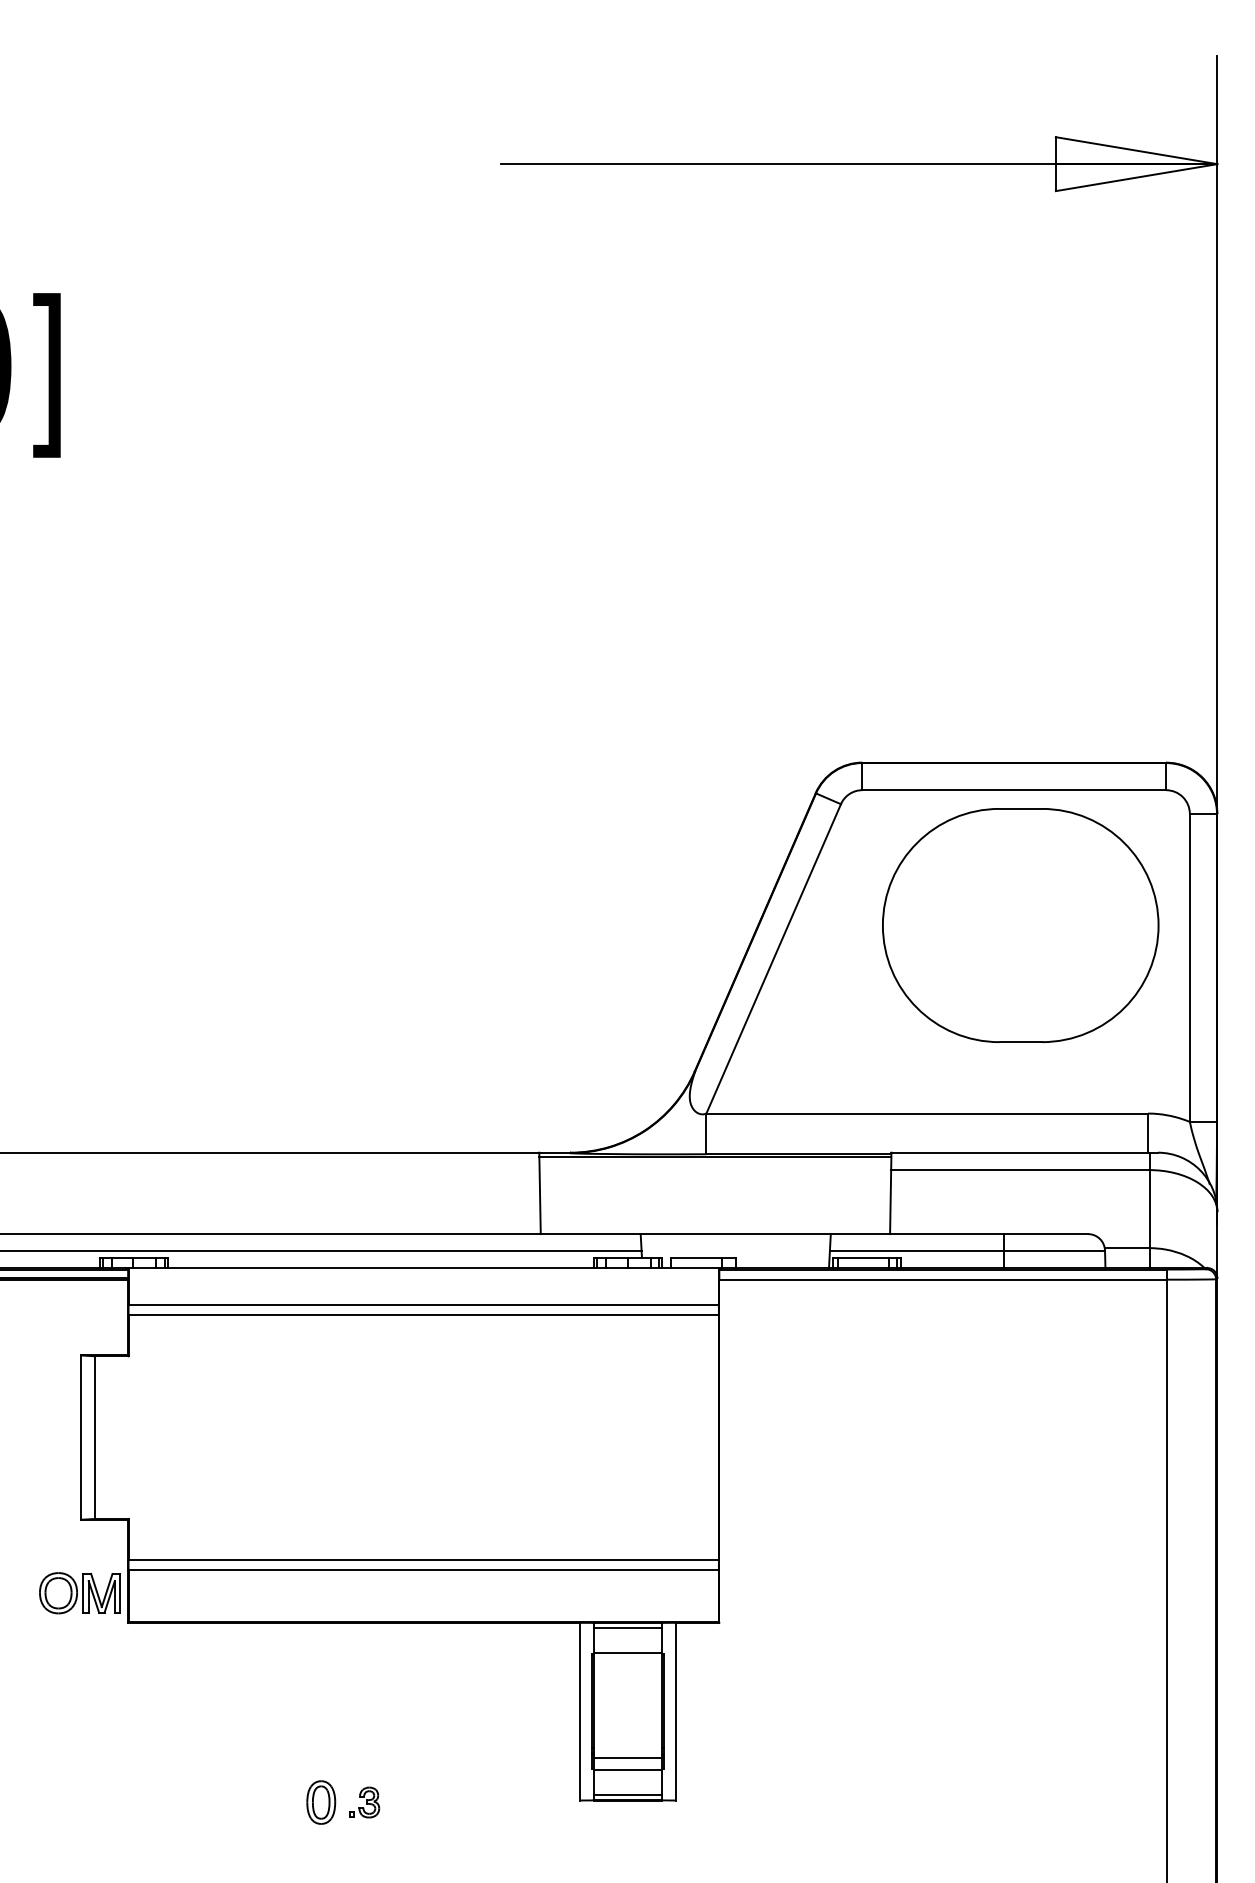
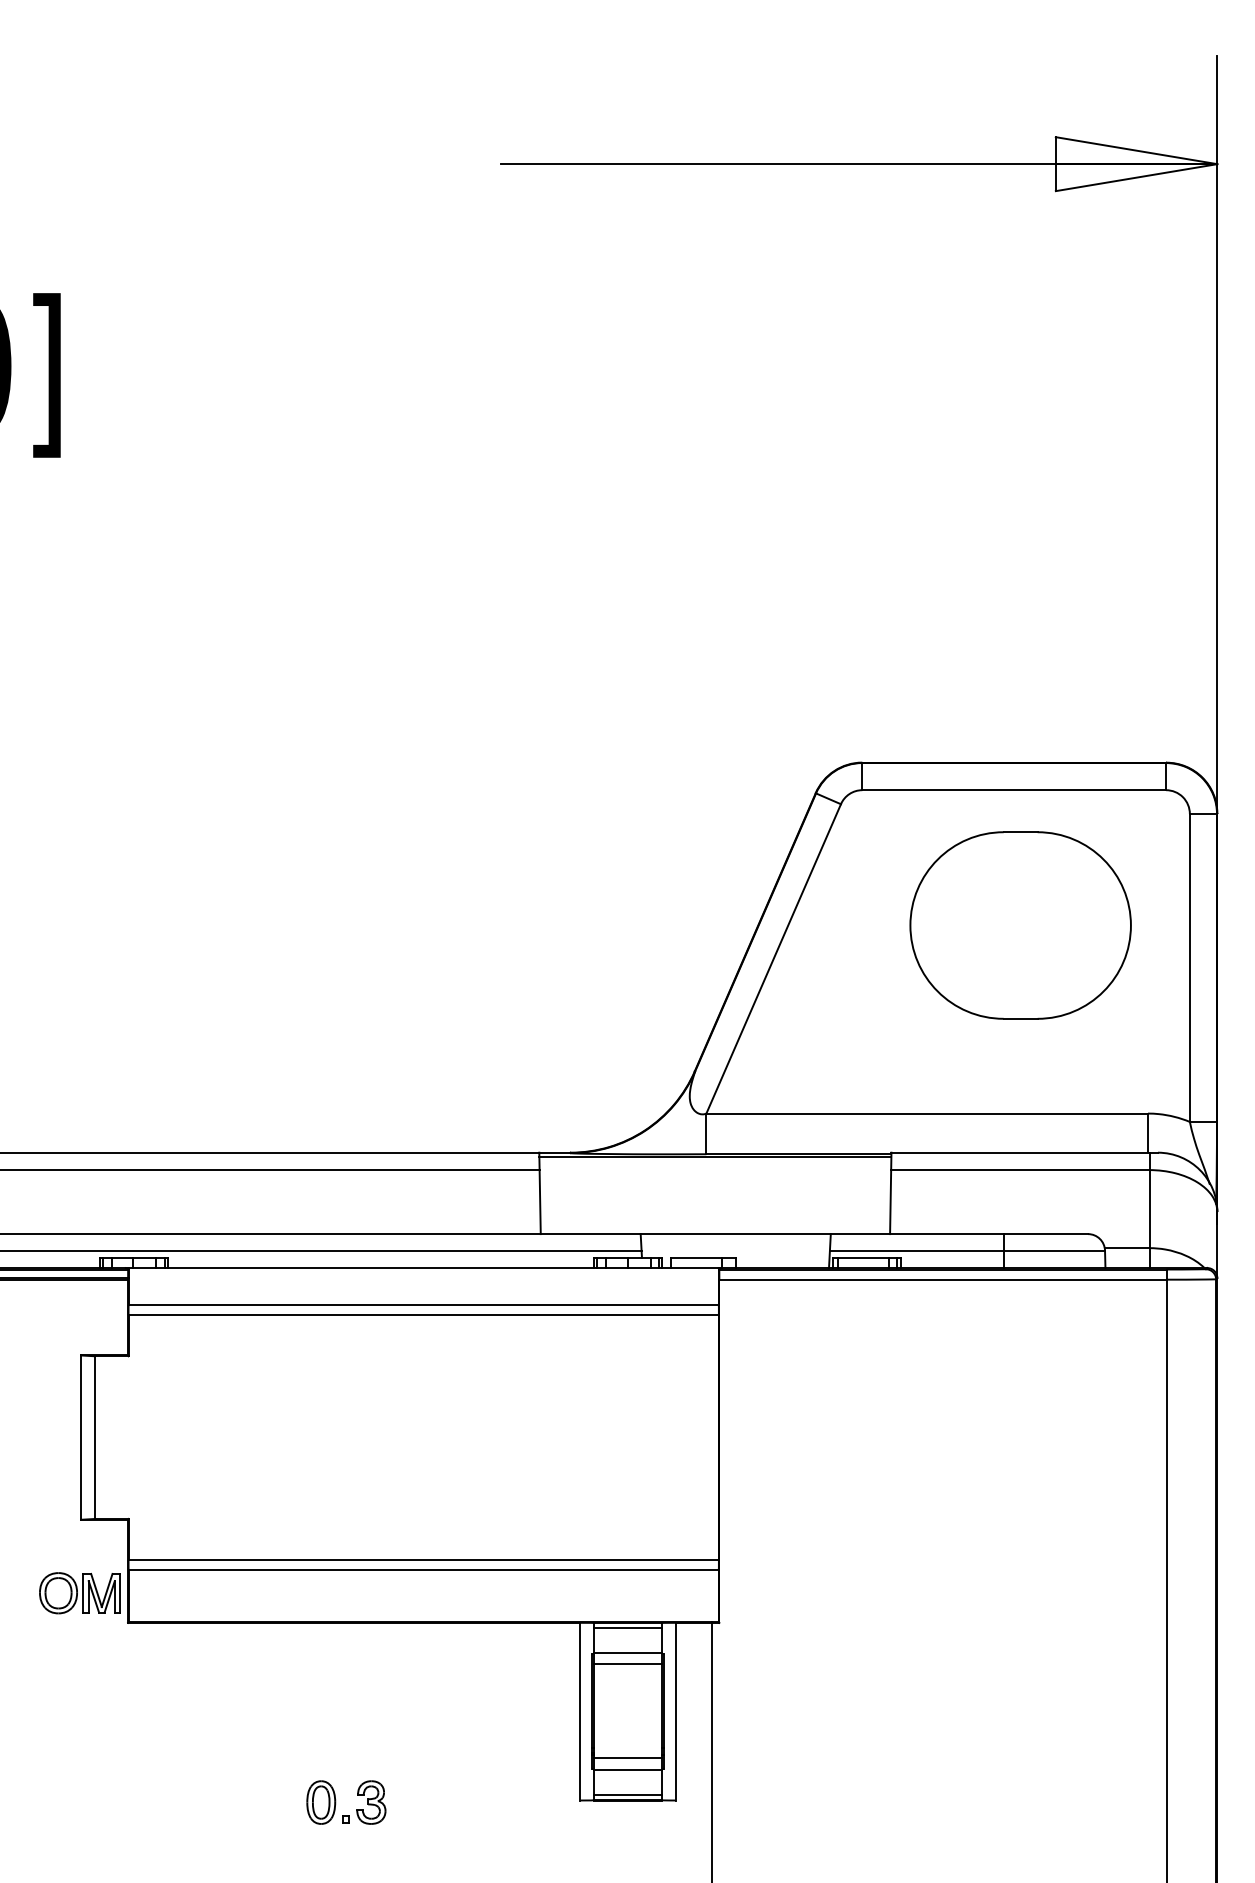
part at (1020, 925) size: 278x235 px -> 223x189 px
line at (270, 1170): none -> present
line at (627, 1664): none -> present
line at (712, 1750): none -> present
part at (364, 1802) size: 32x33 px -> 45x45 px
